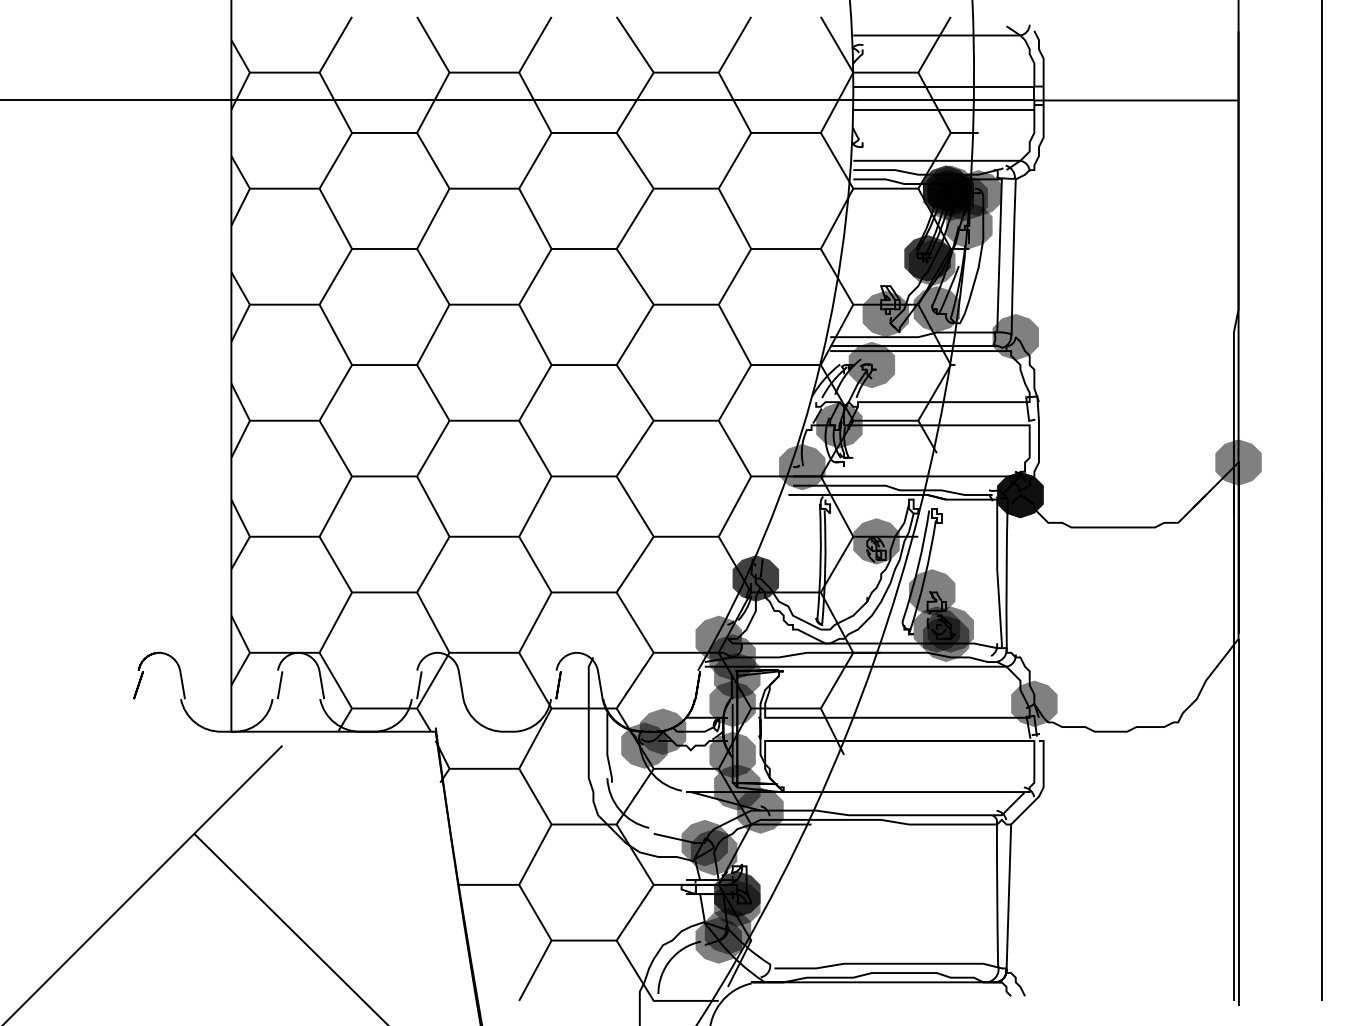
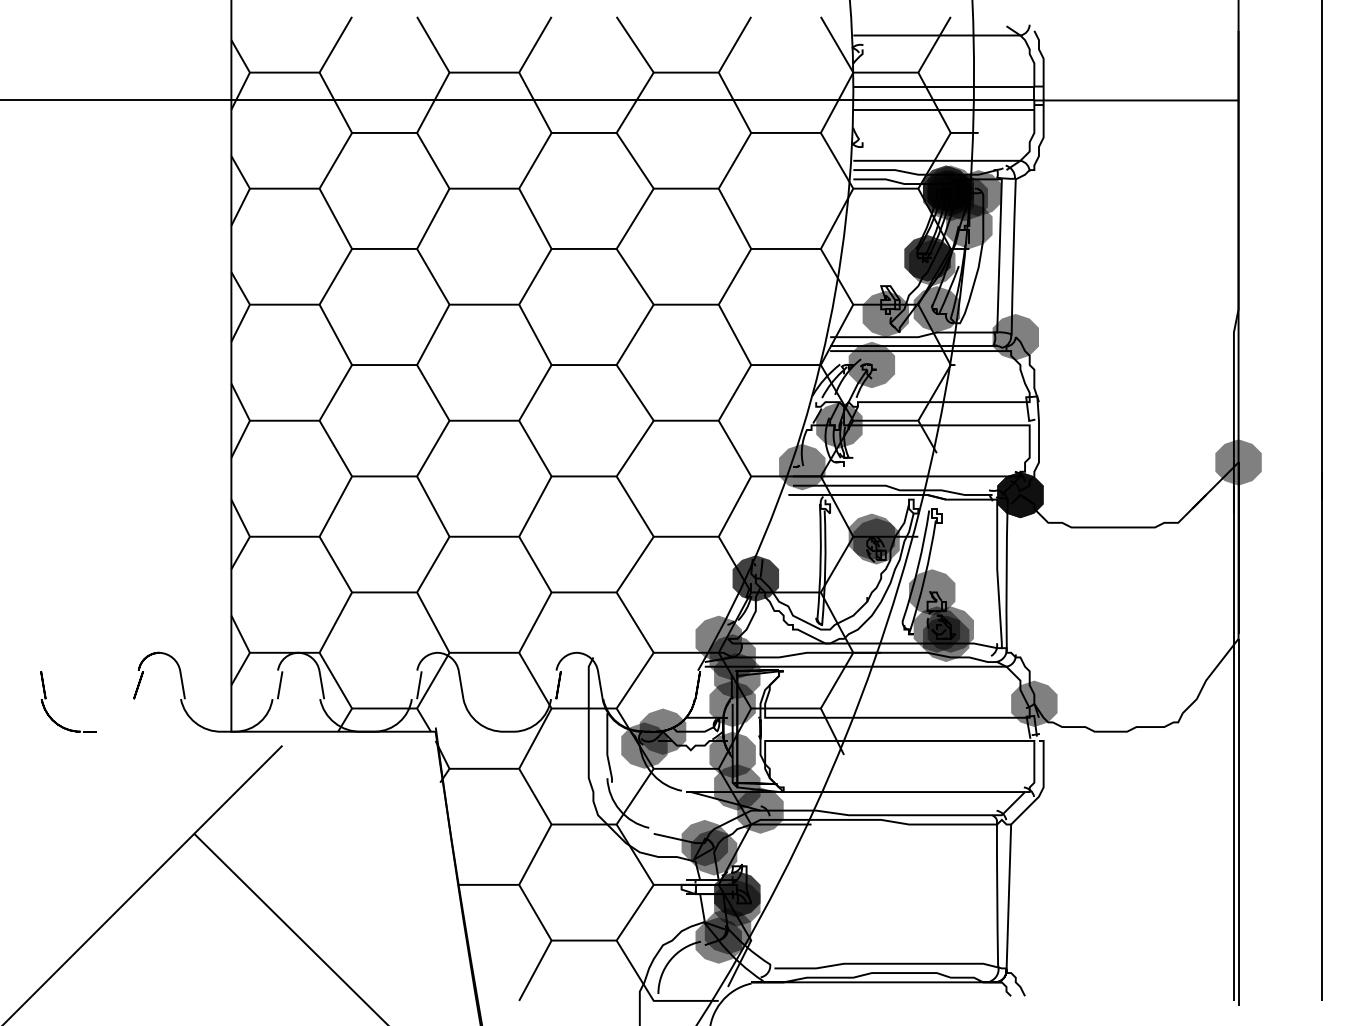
fill at (871, 536): none -> present
part at (46, 699): none -> present
